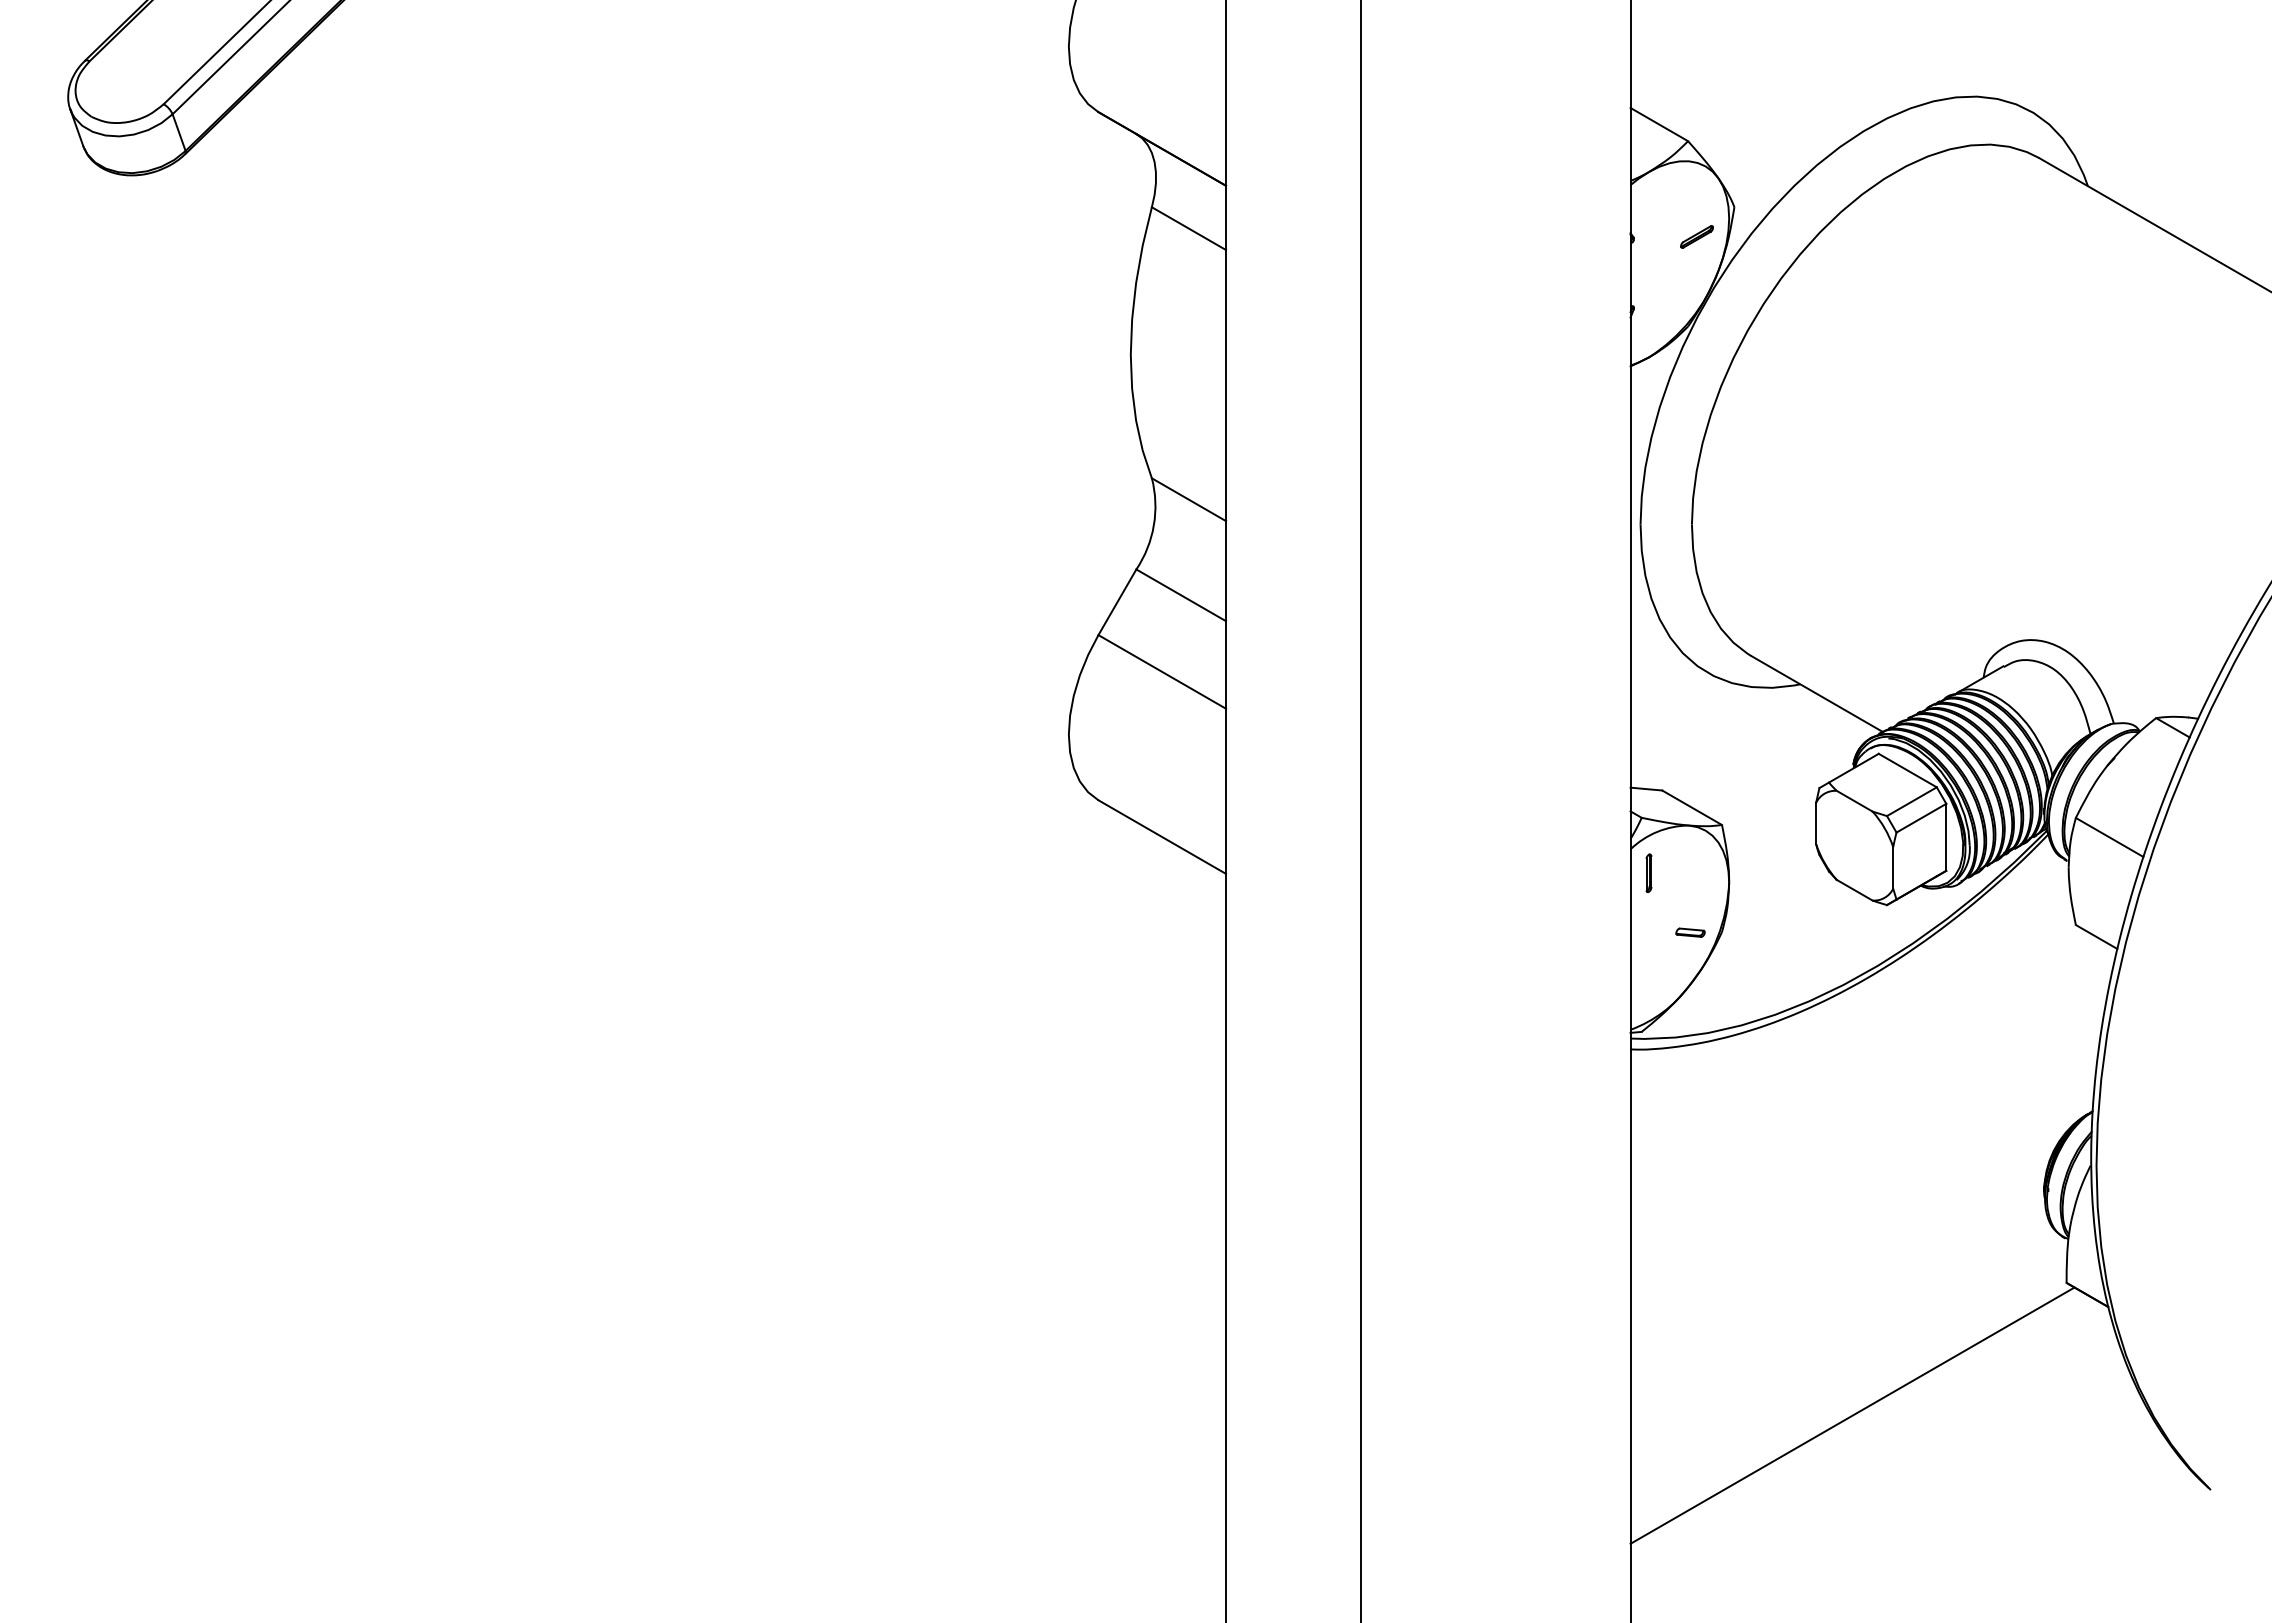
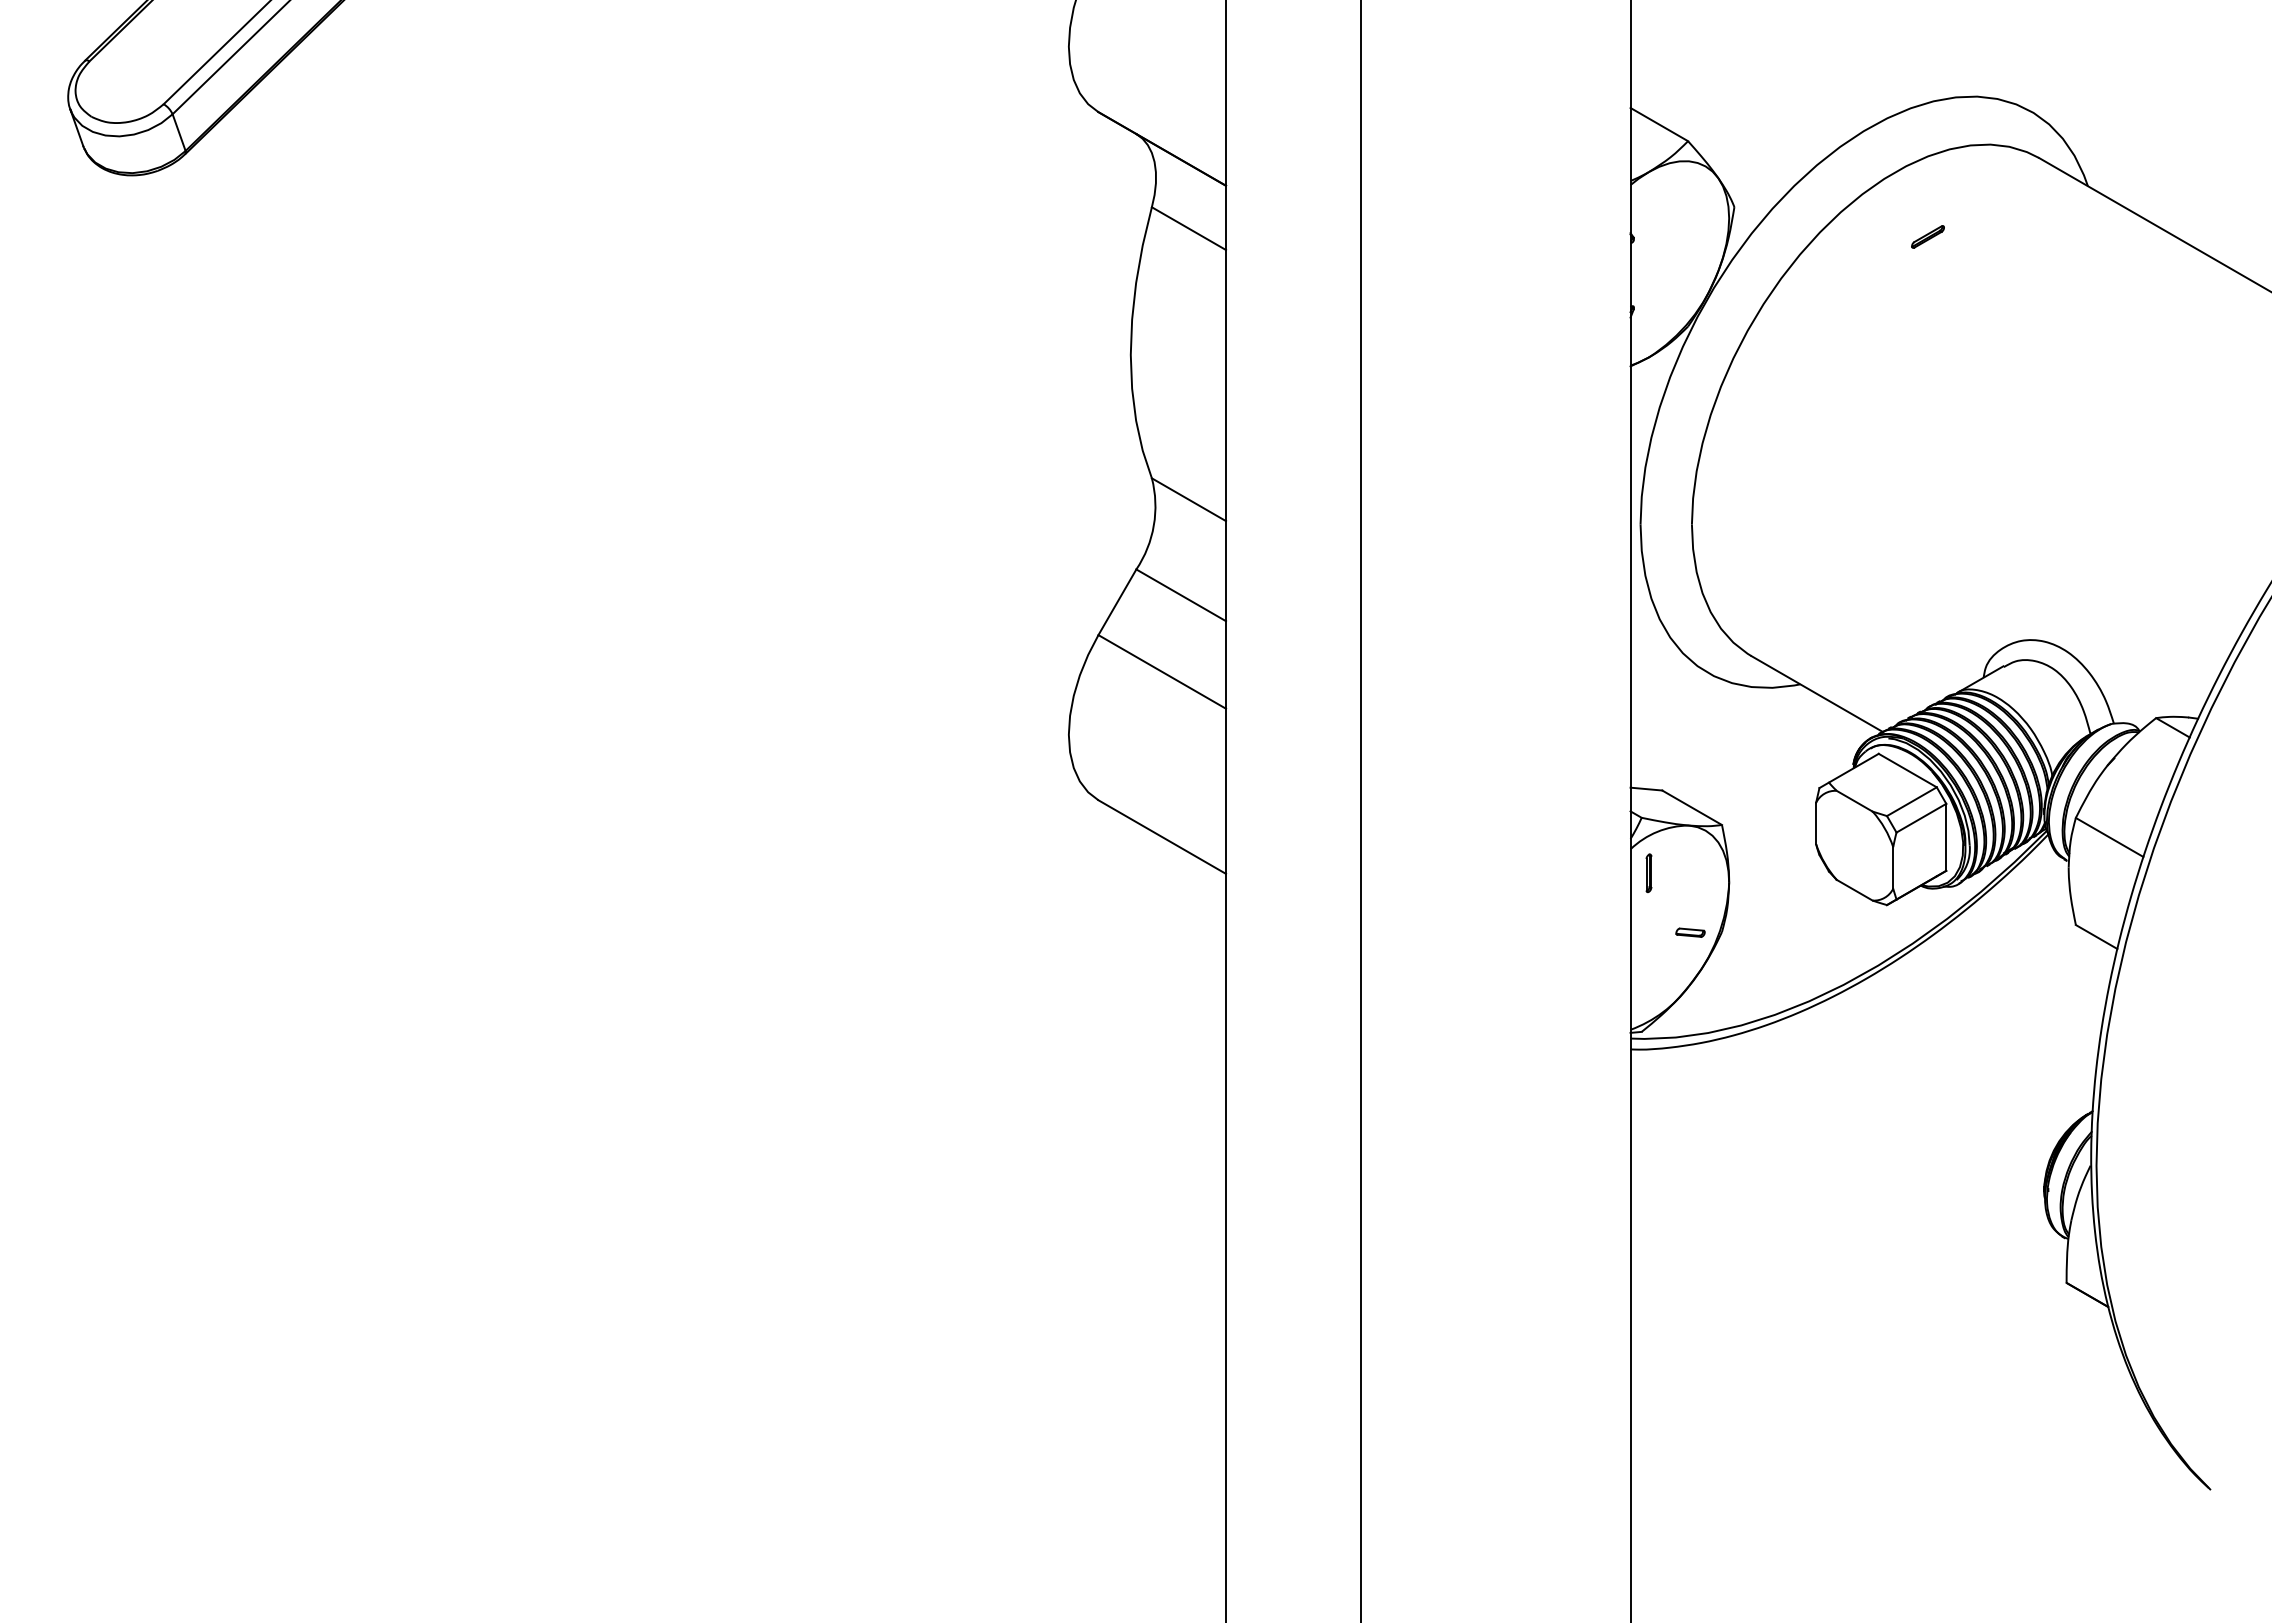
part at (1696, 236) position: (1696, 236) -> (1927, 236)
line at (1852, 1415): present -> none
